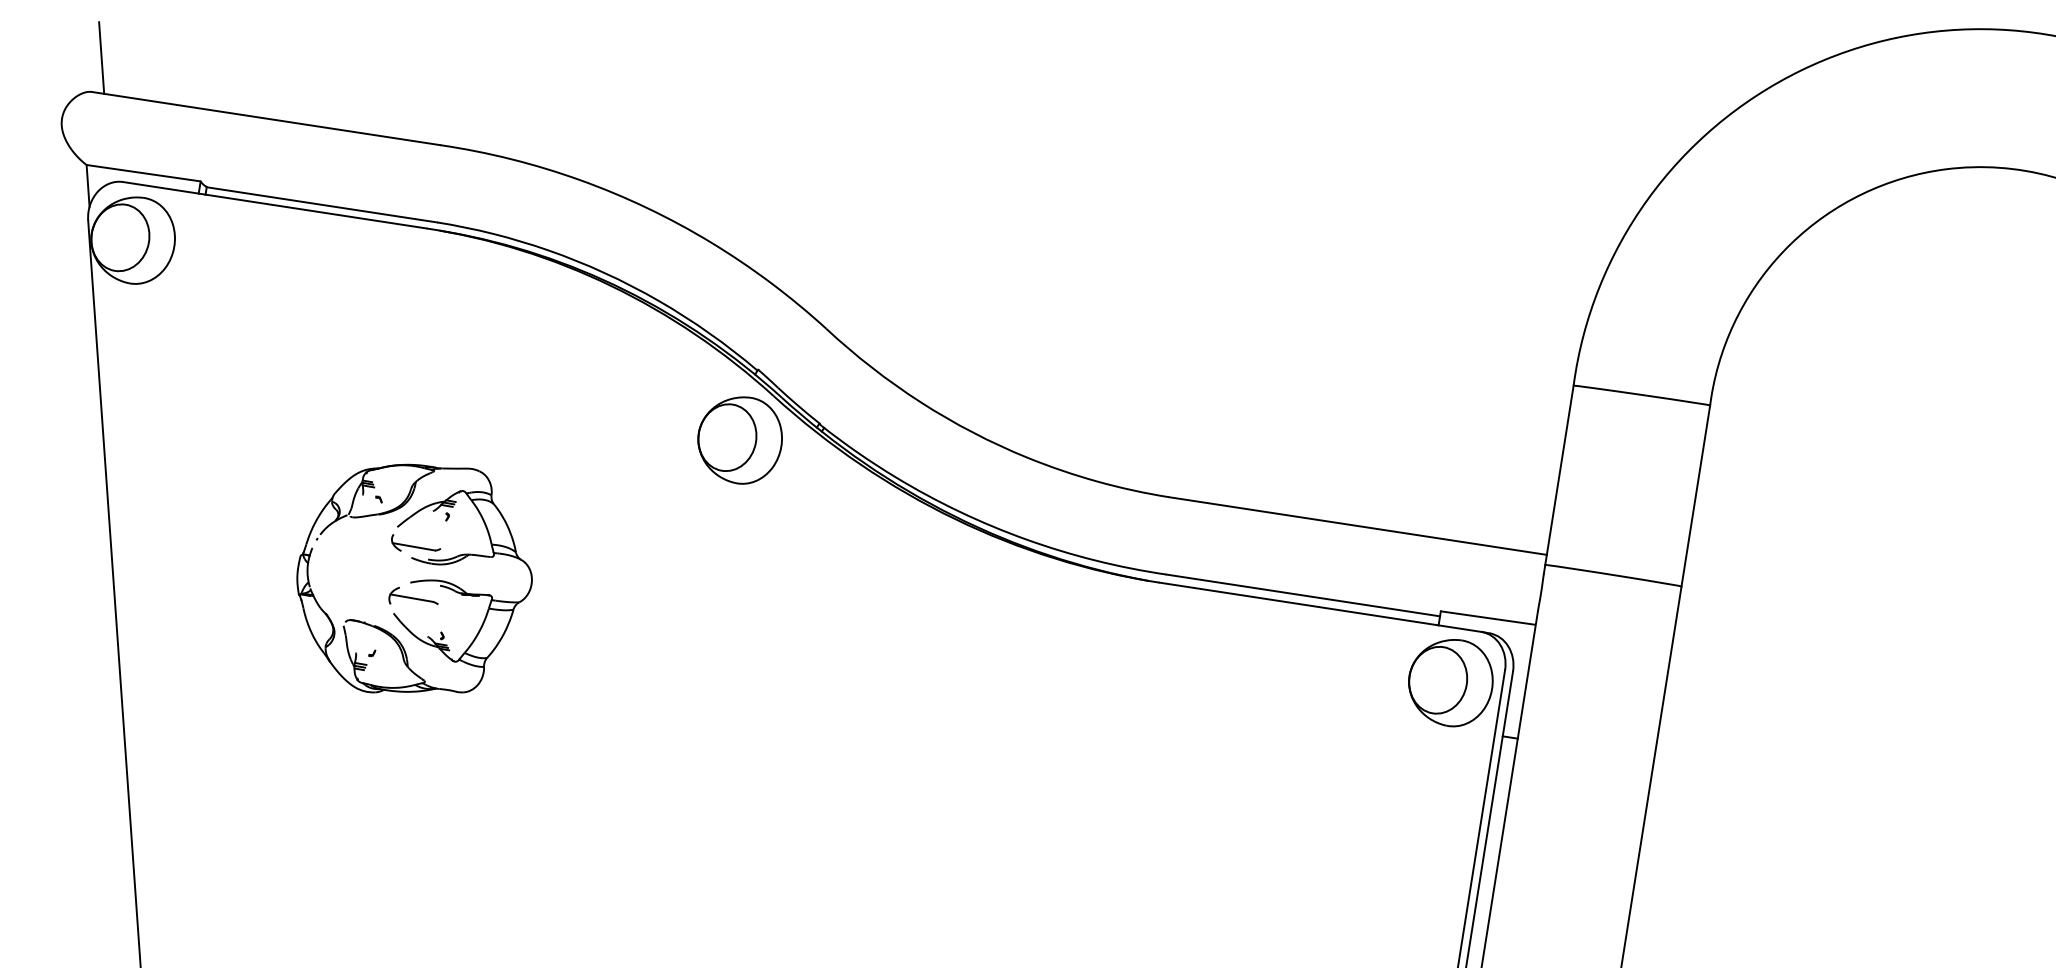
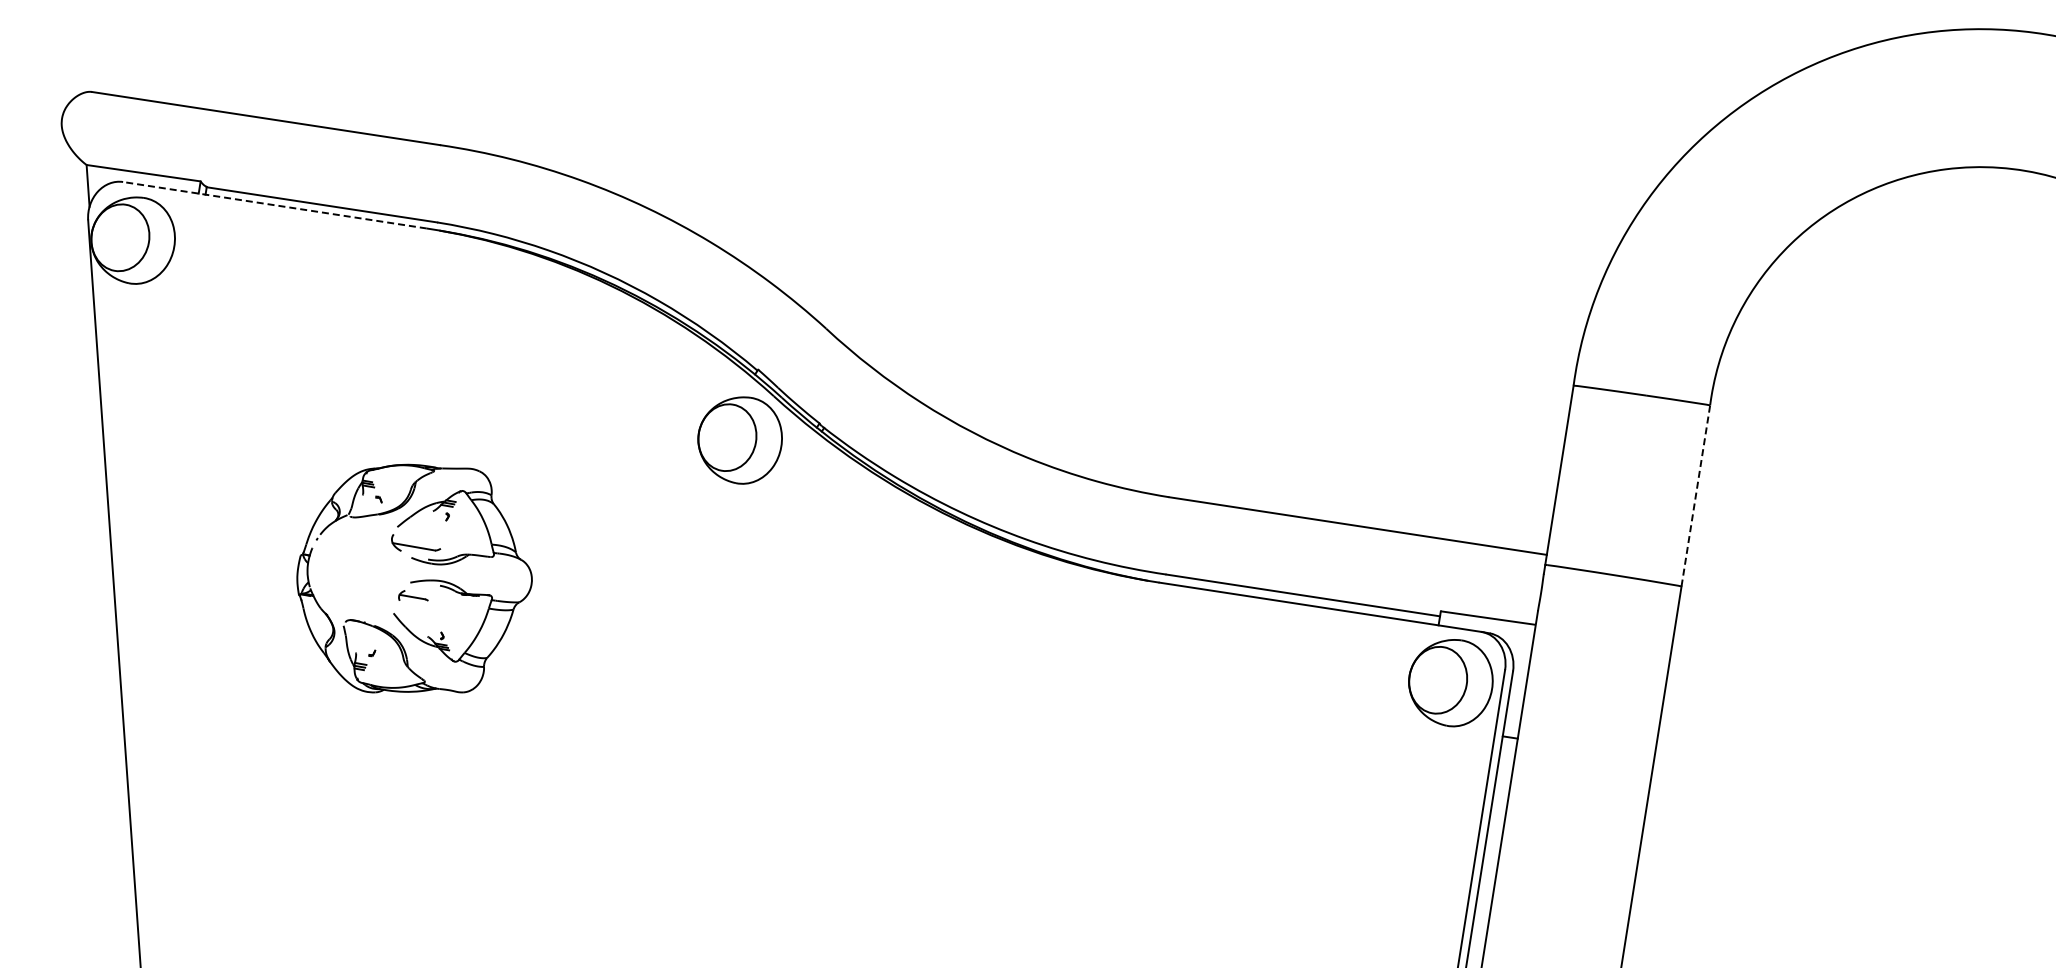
line at (101, 57): present -> none
line at (274, 205): solid -> dashed
line at (1695, 495): solid -> dashed
part at (413, 595) size: 51x19 px -> 31x12 px
